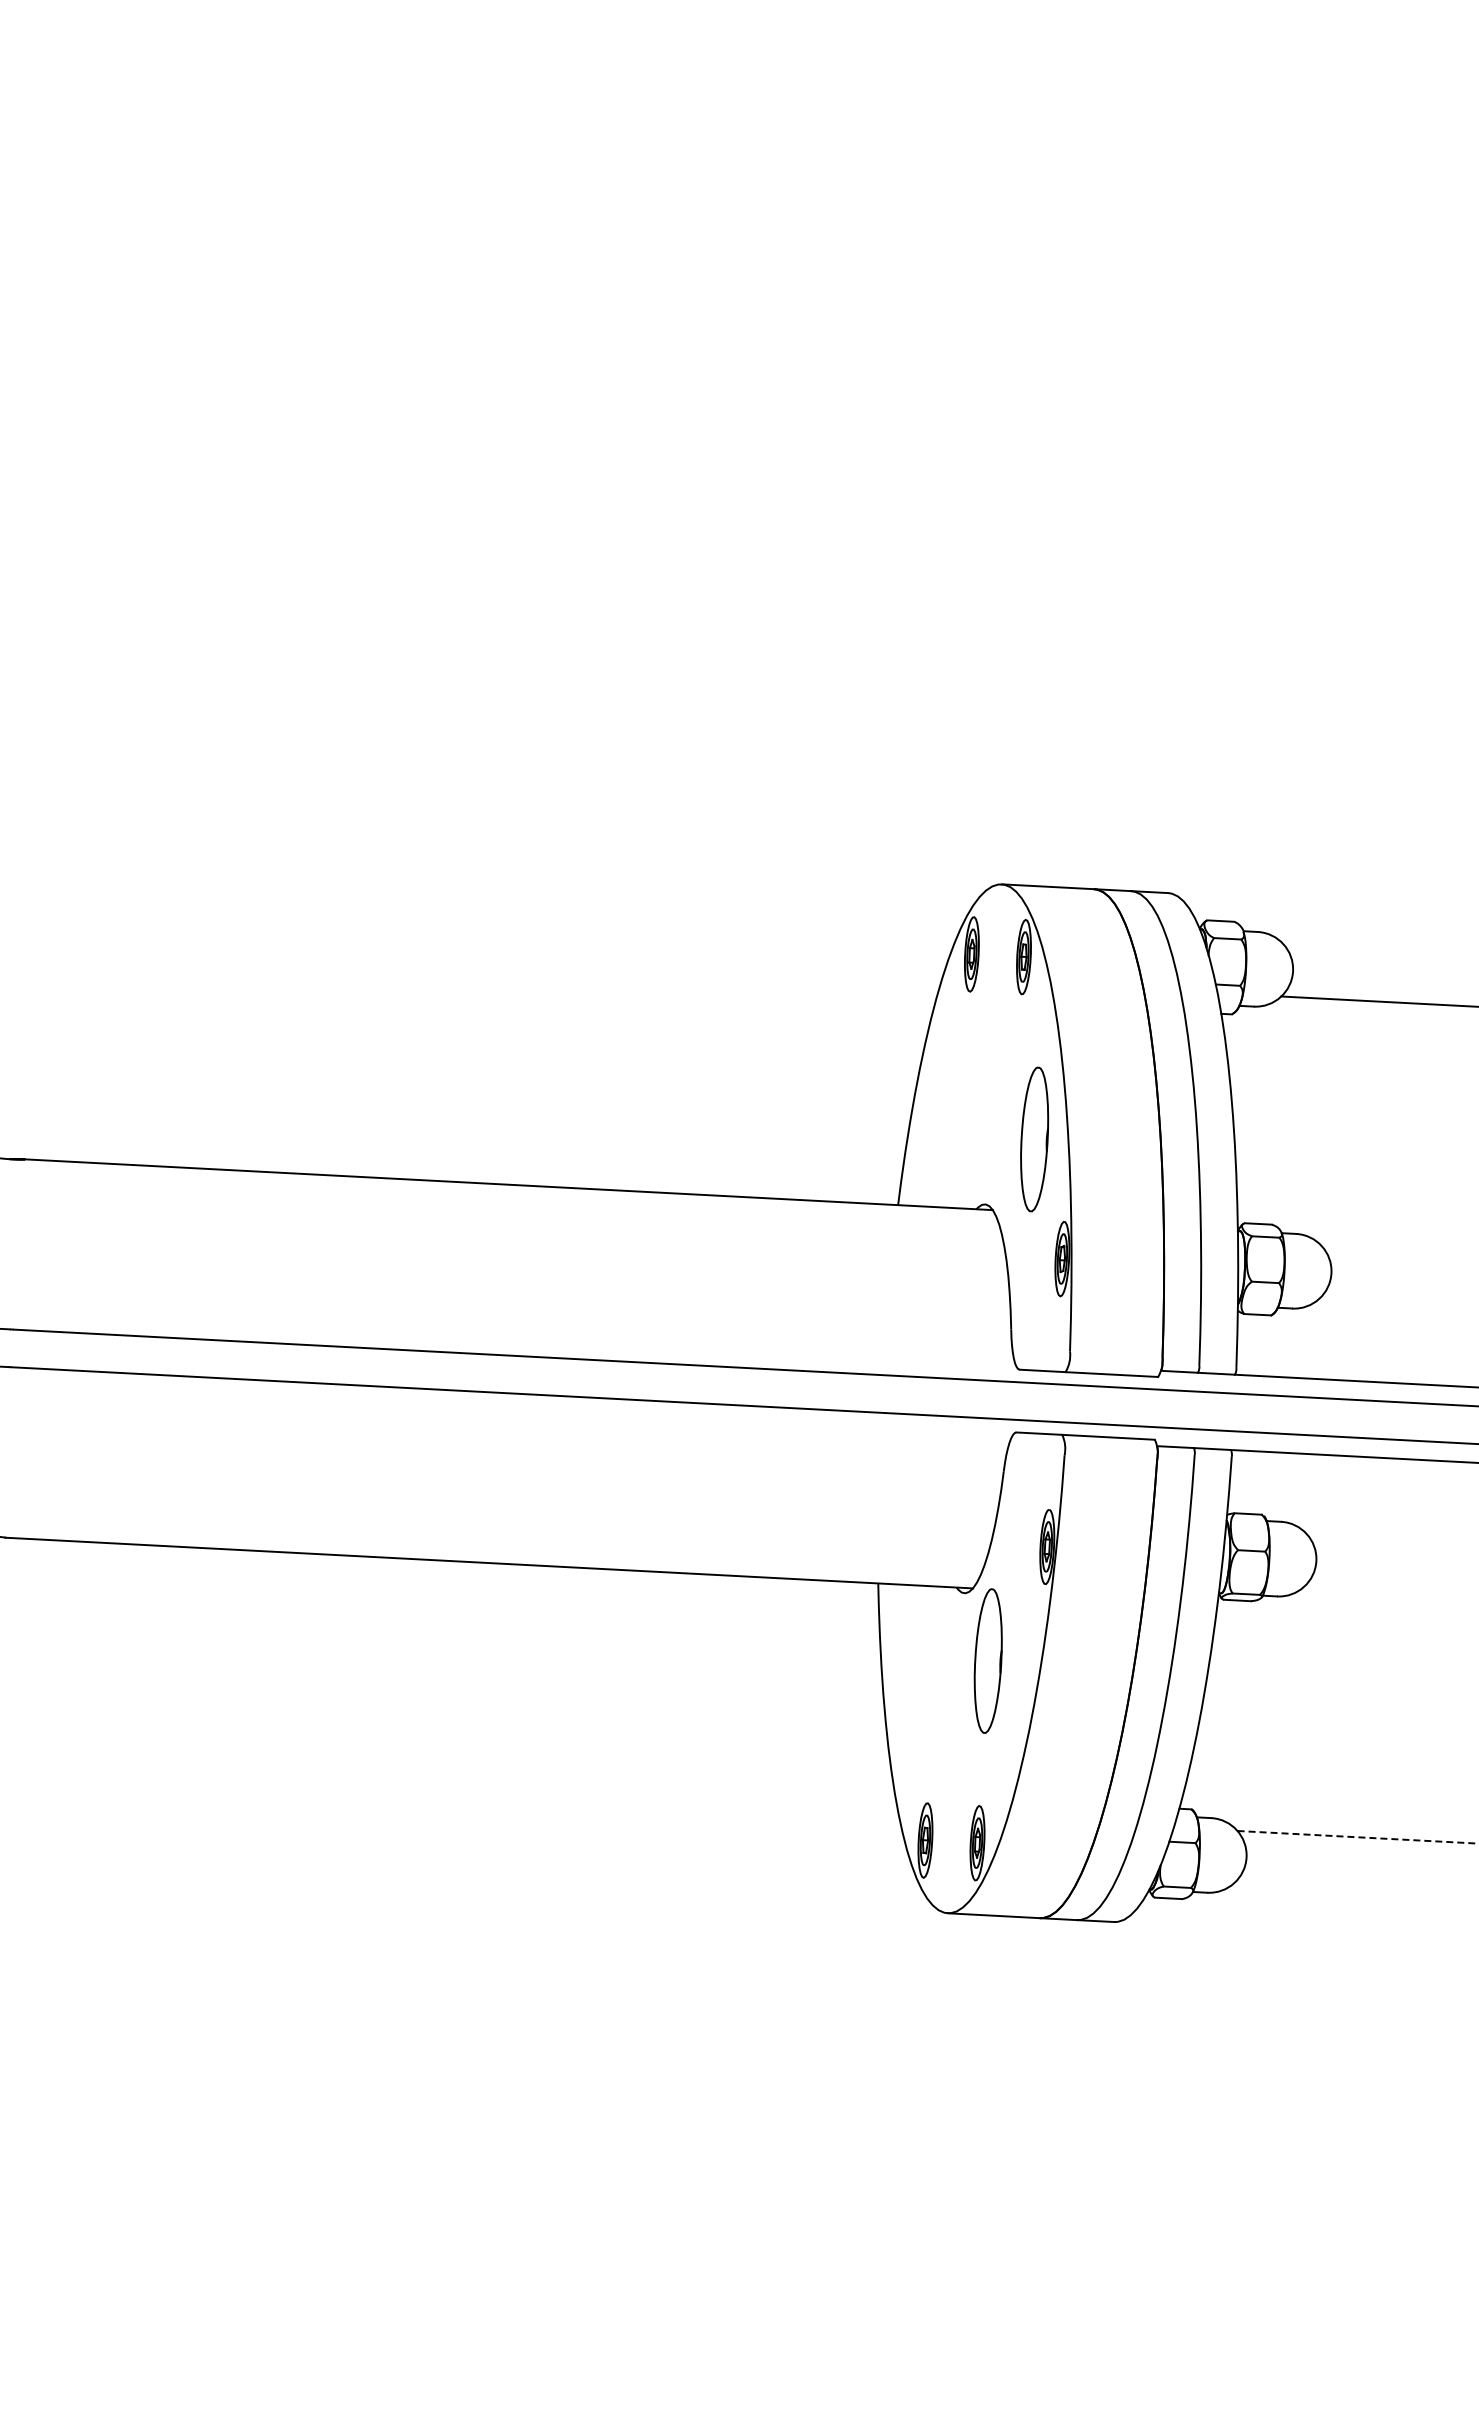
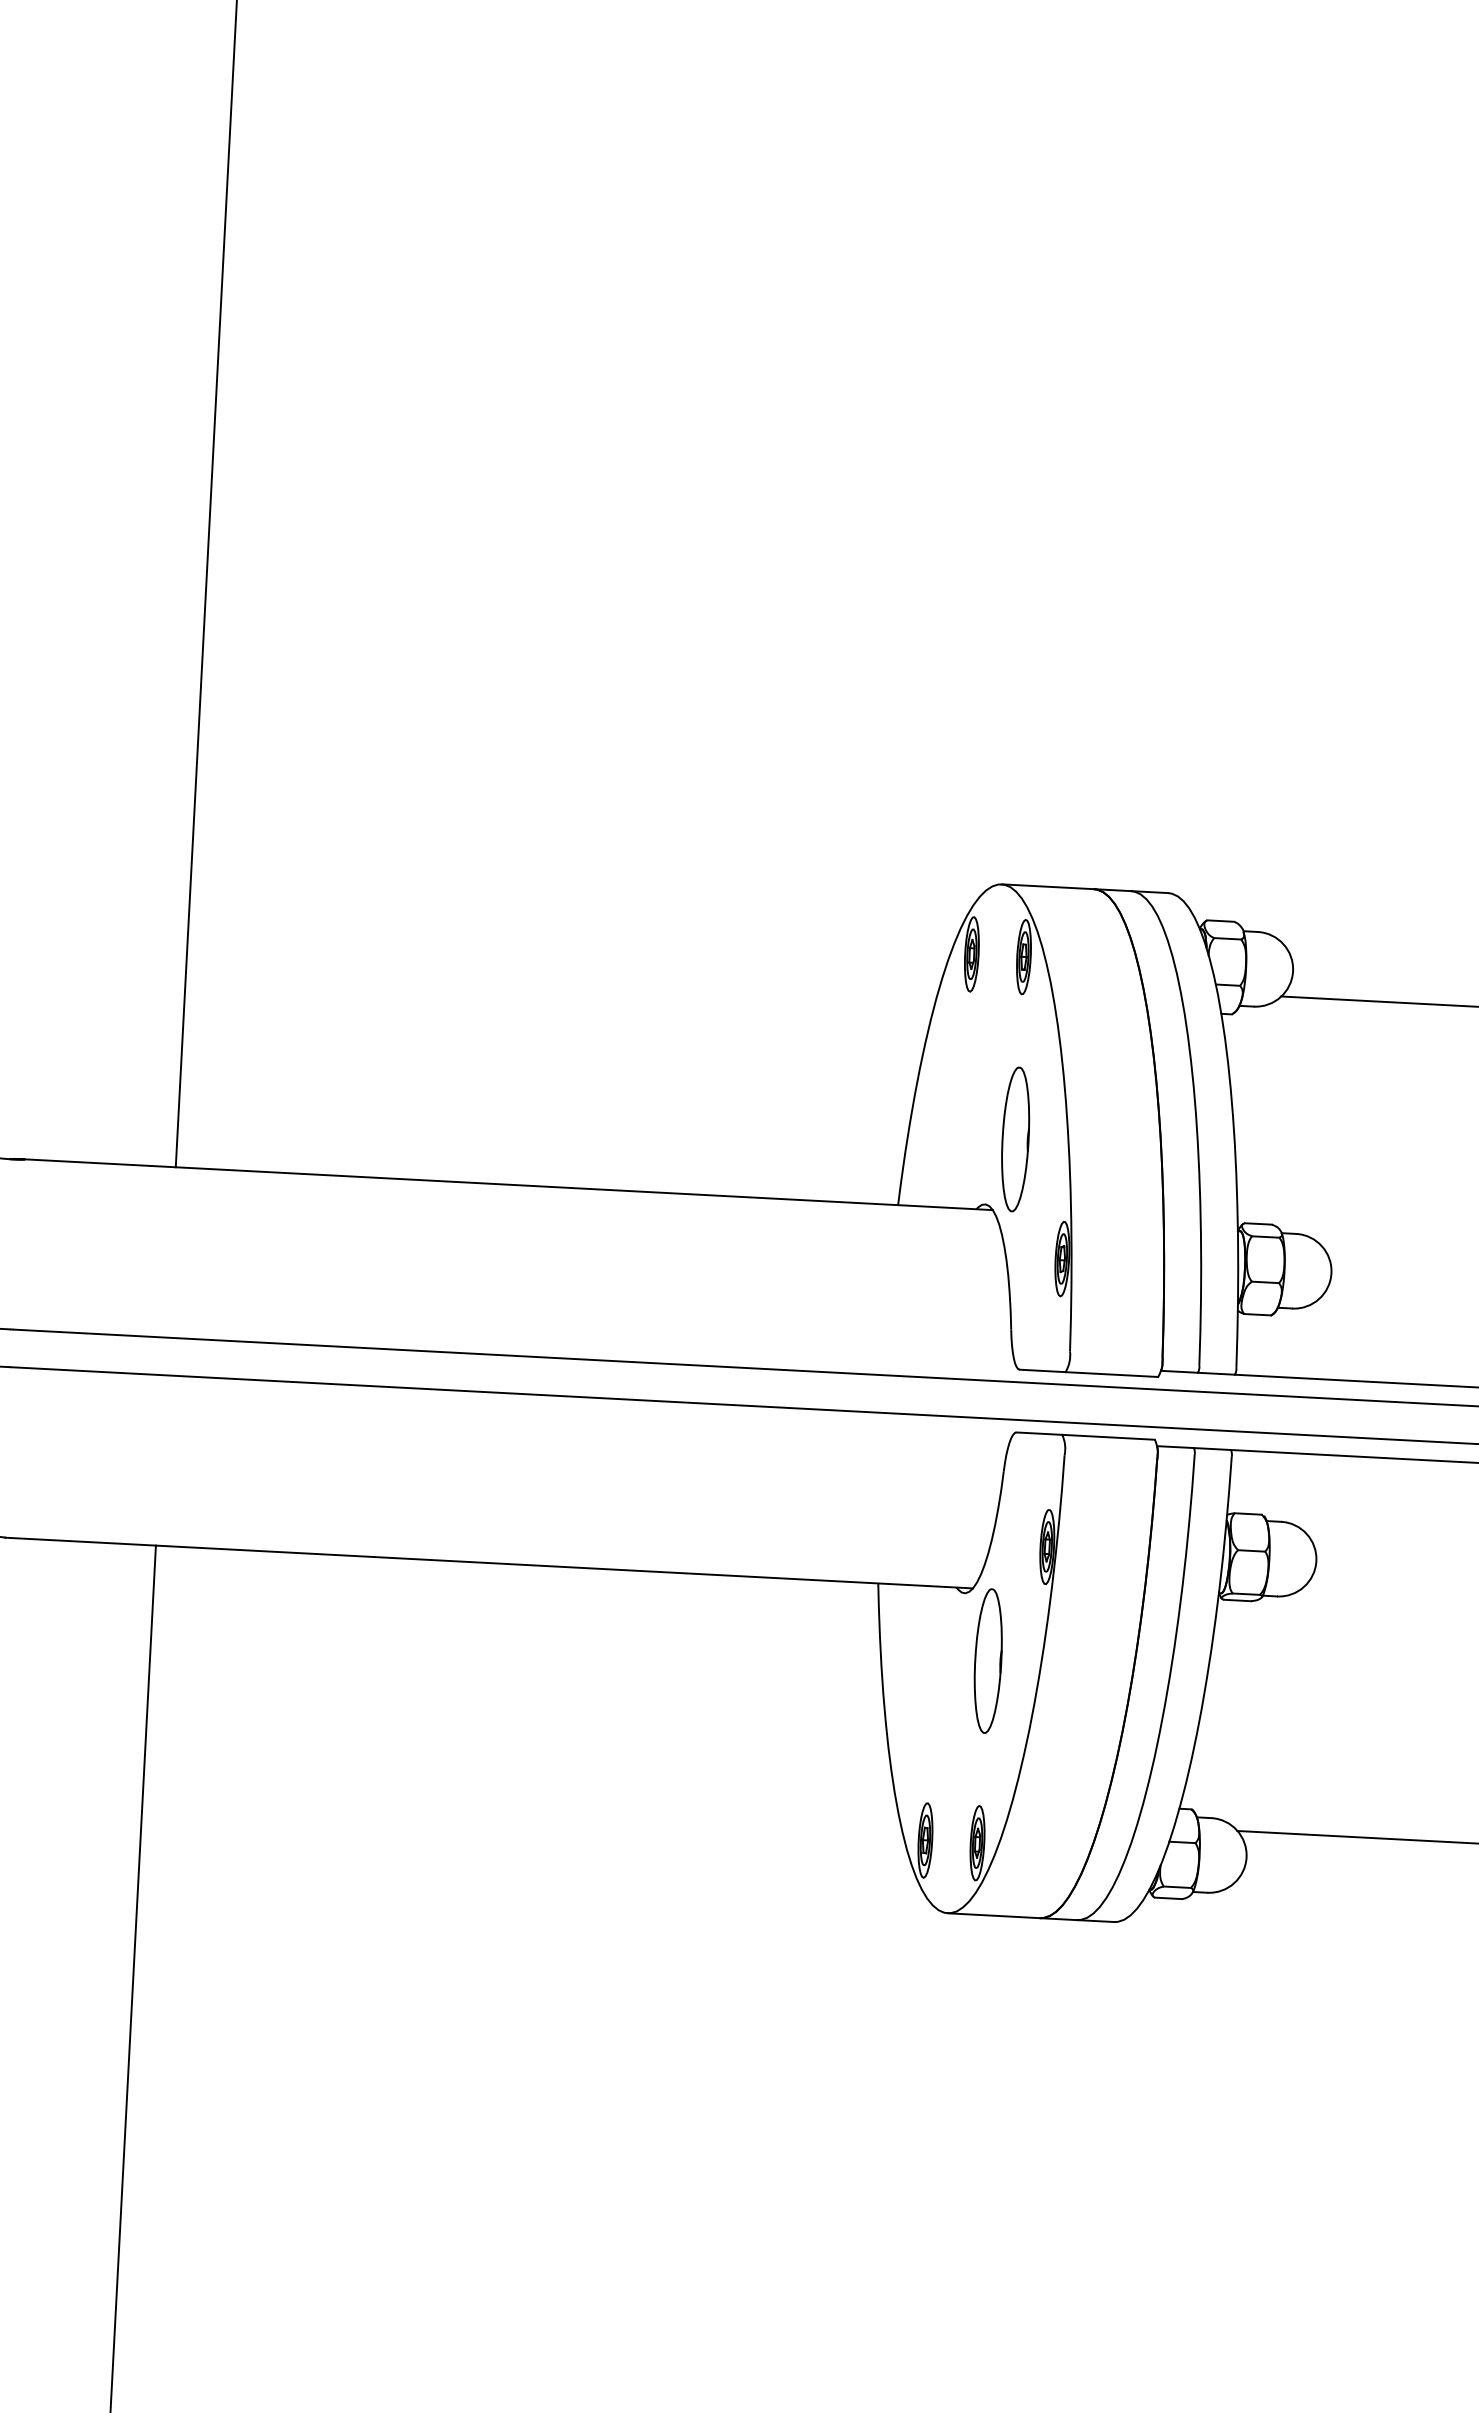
line at (205, 584): none -> present
part at (1034, 1139) position: (1034, 1139) -> (1015, 1139)
line at (1358, 1837): dashed -> solid
line at (132, 1977): none -> present
